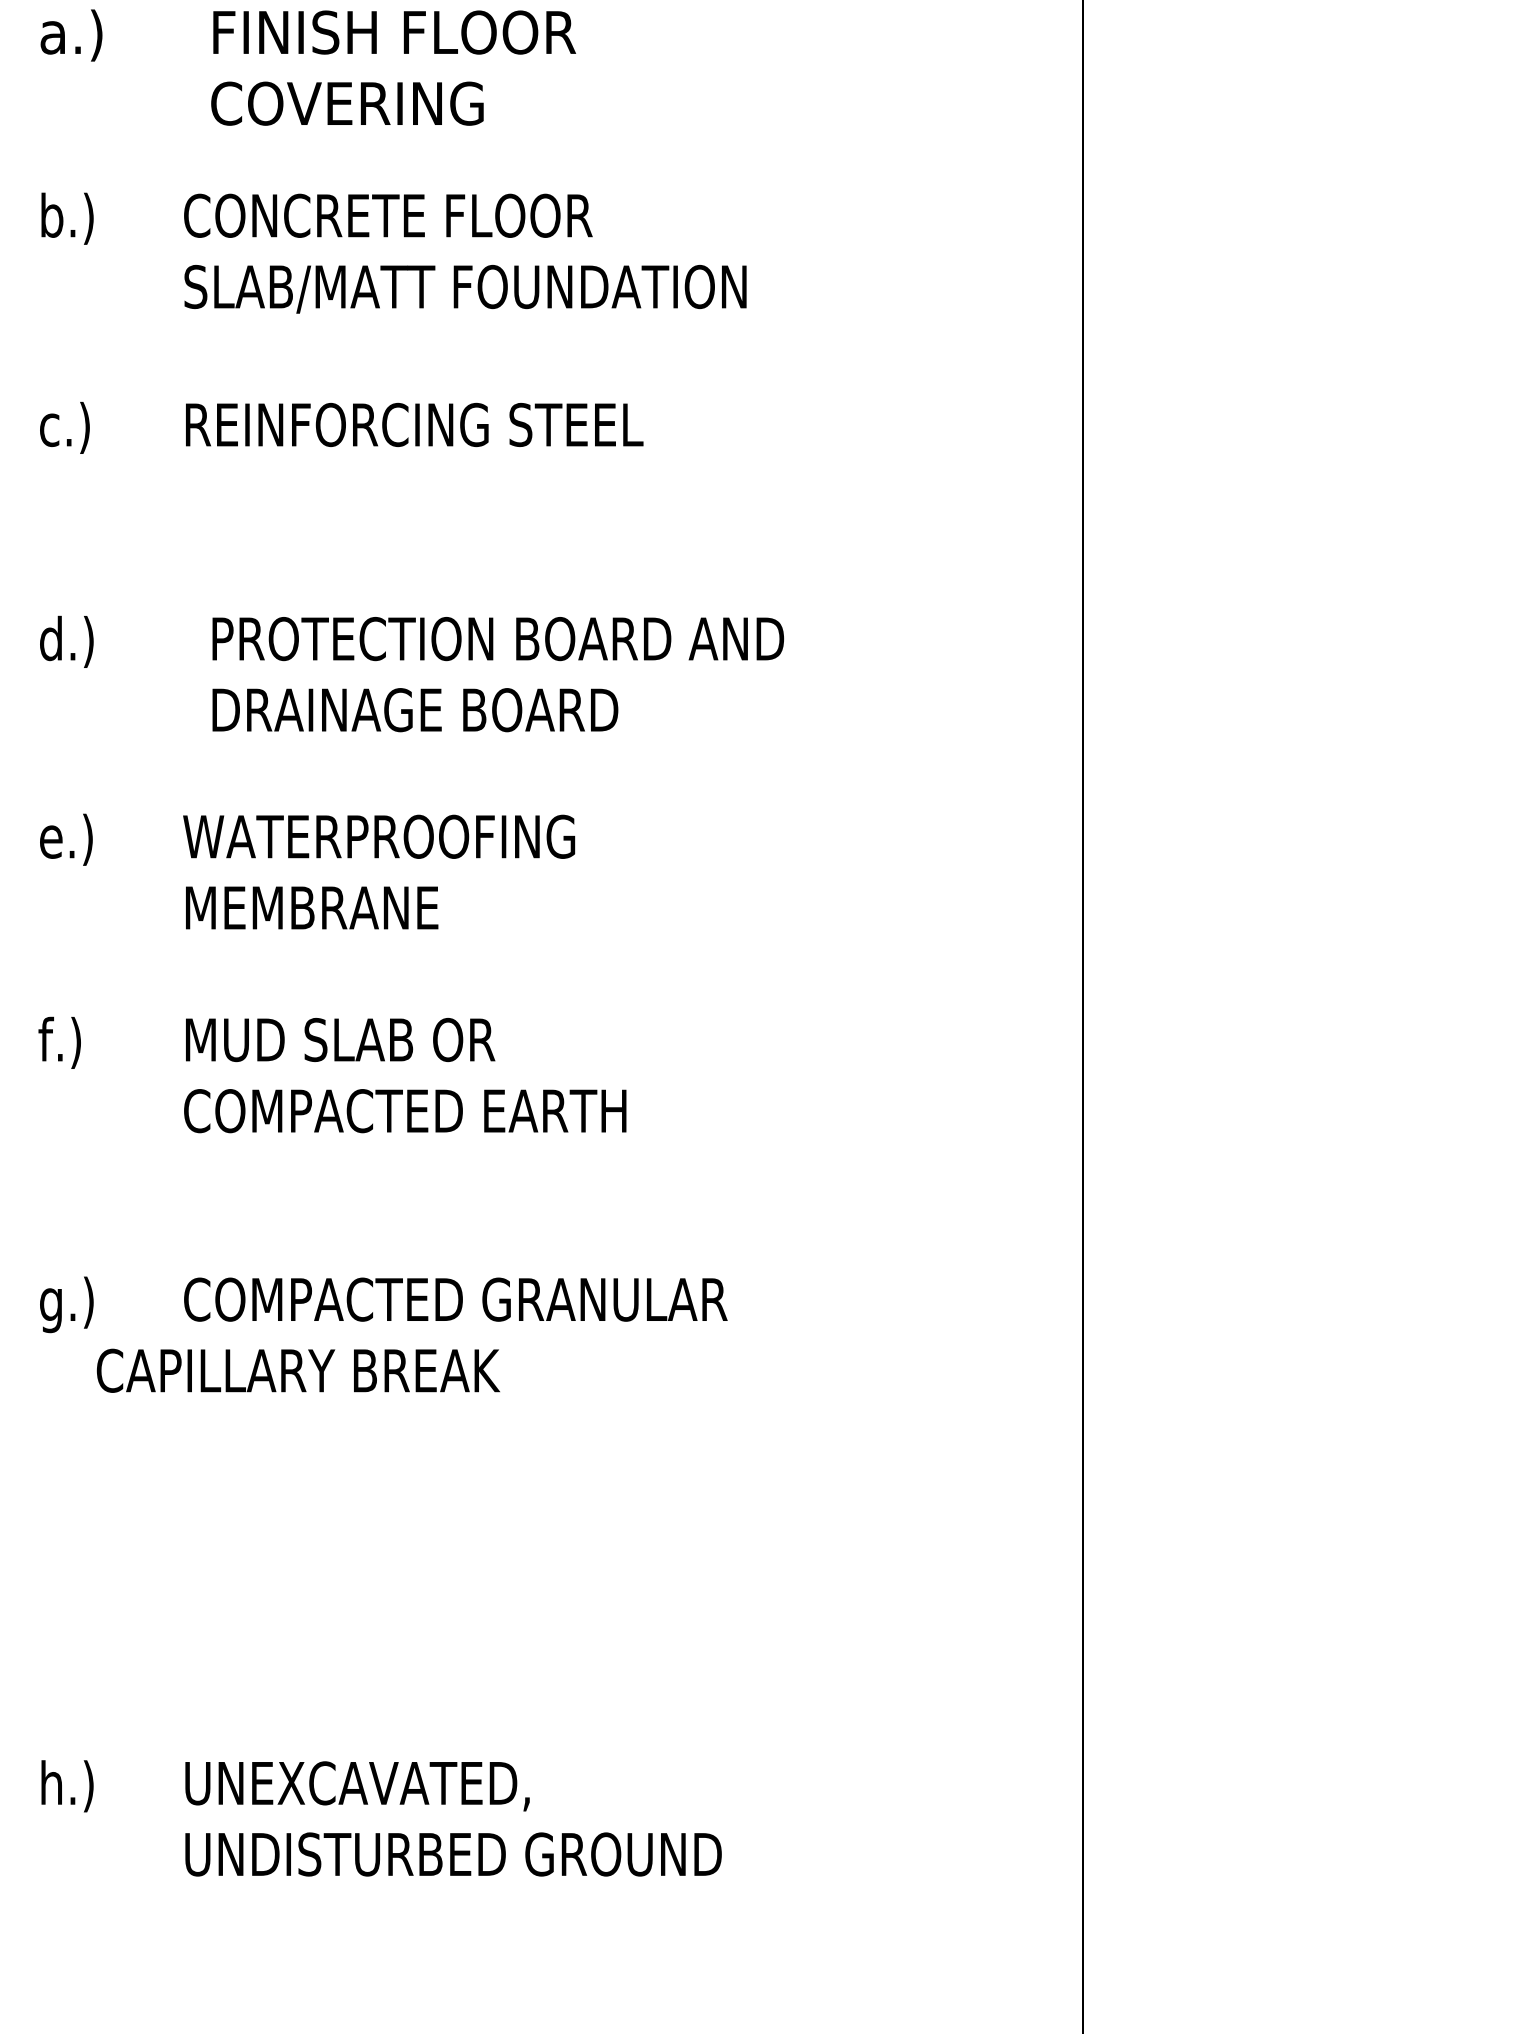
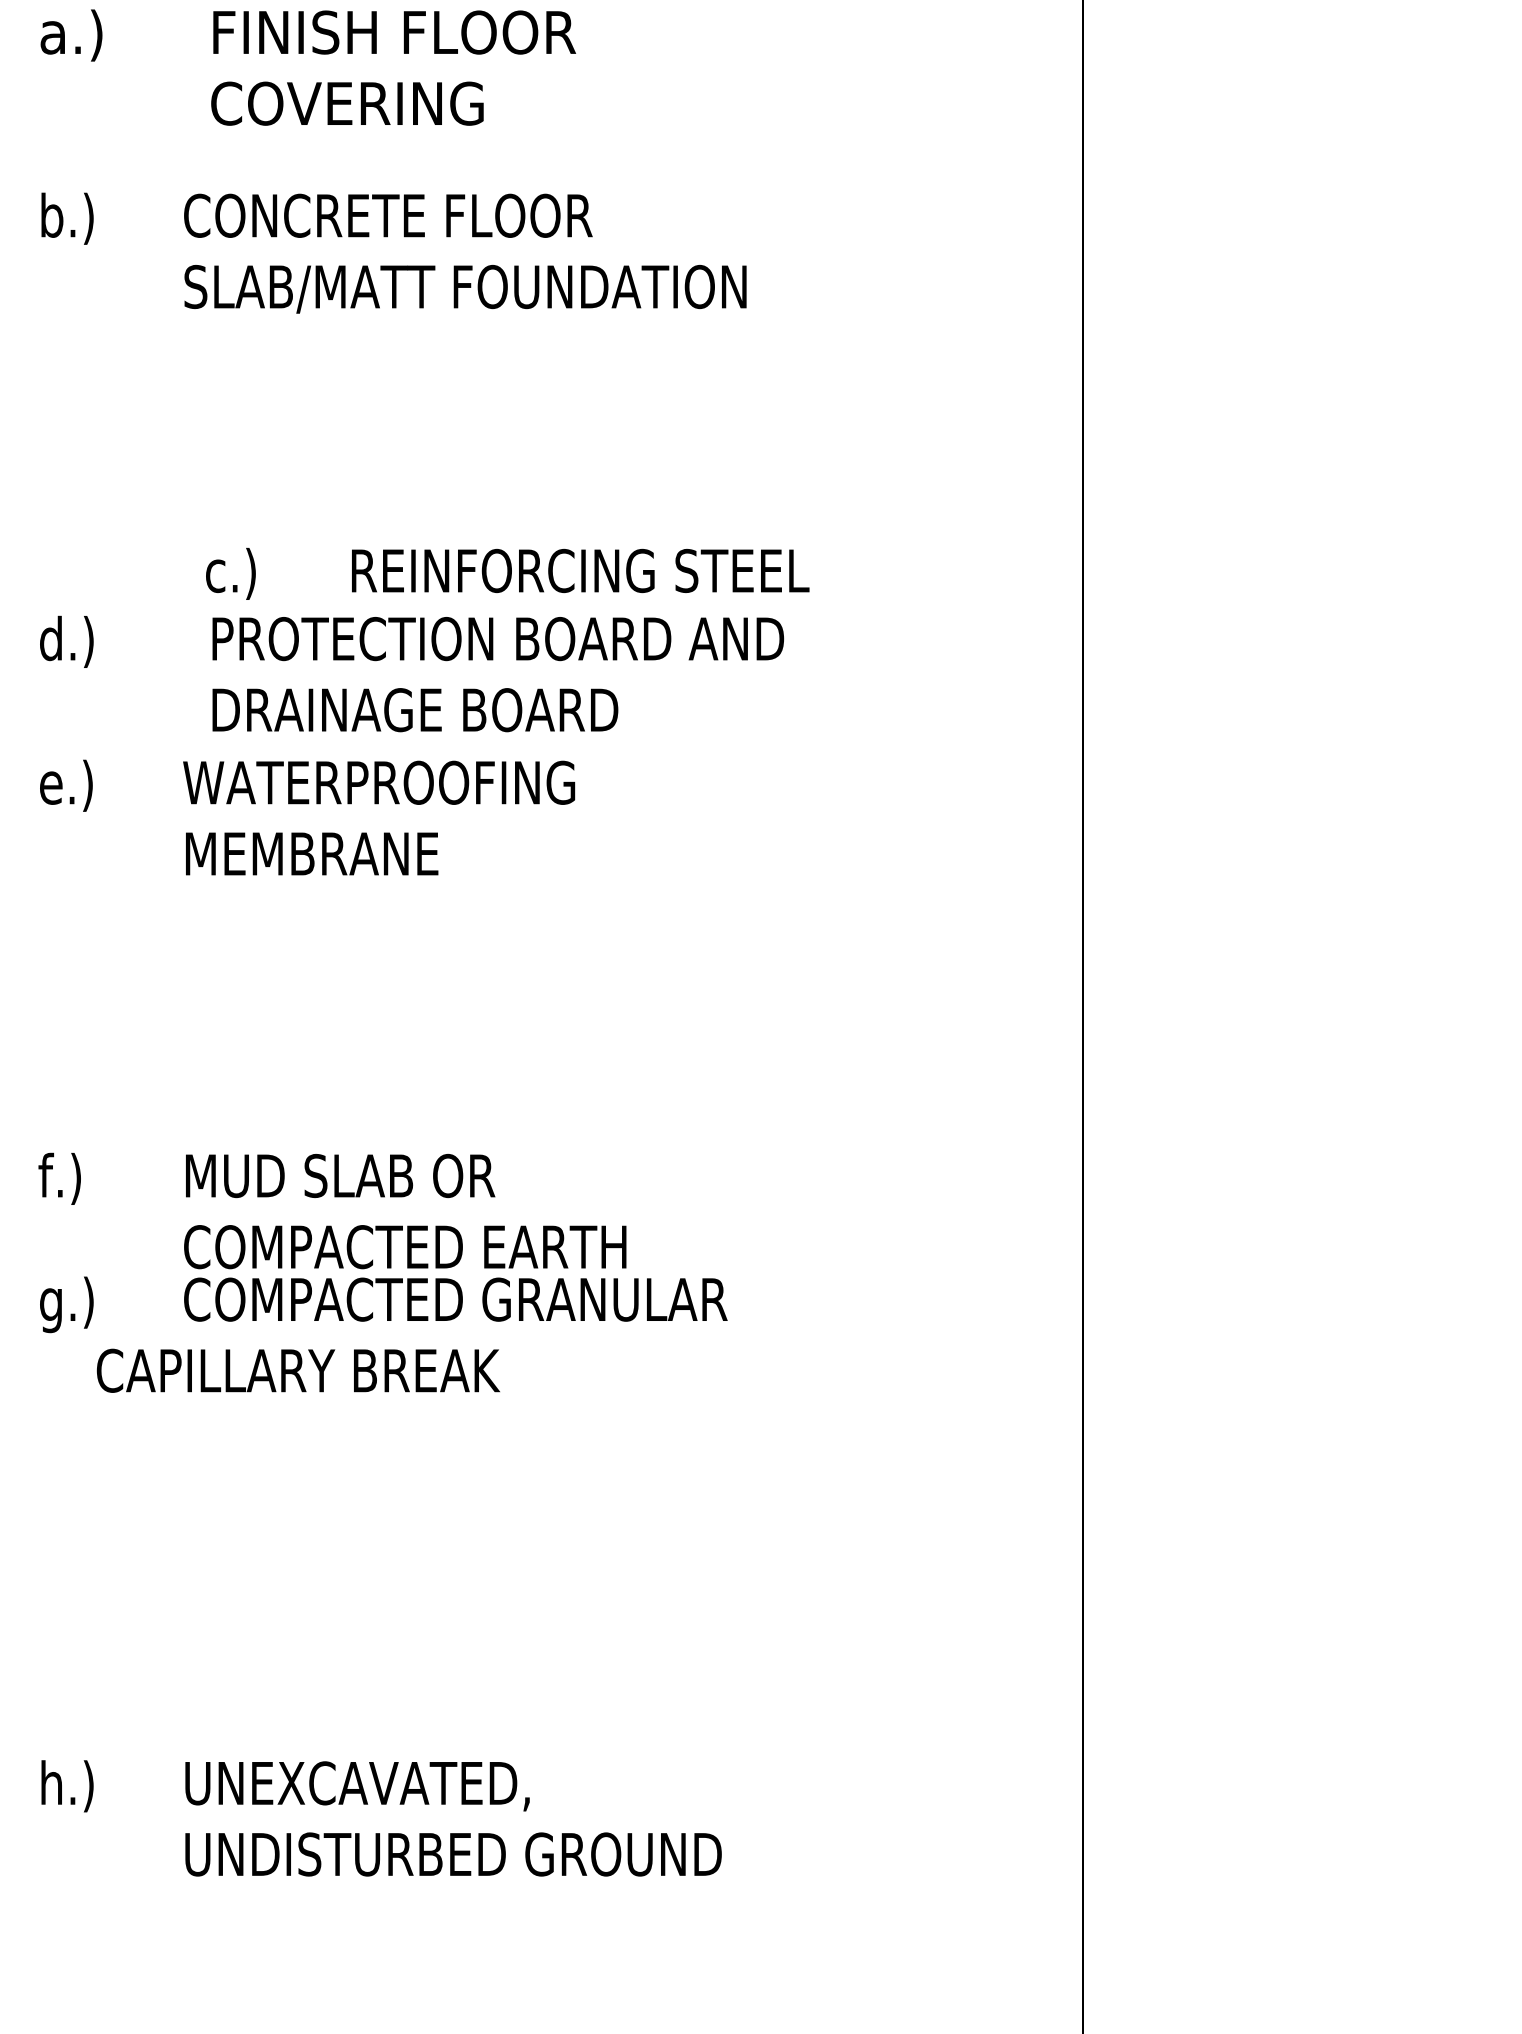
text at (341, 427) position: (341, 427) -> (507, 573)
text at (307, 871) position: (307, 871) -> (307, 817)
text at (332, 1074) position: (332, 1074) -> (332, 1210)
